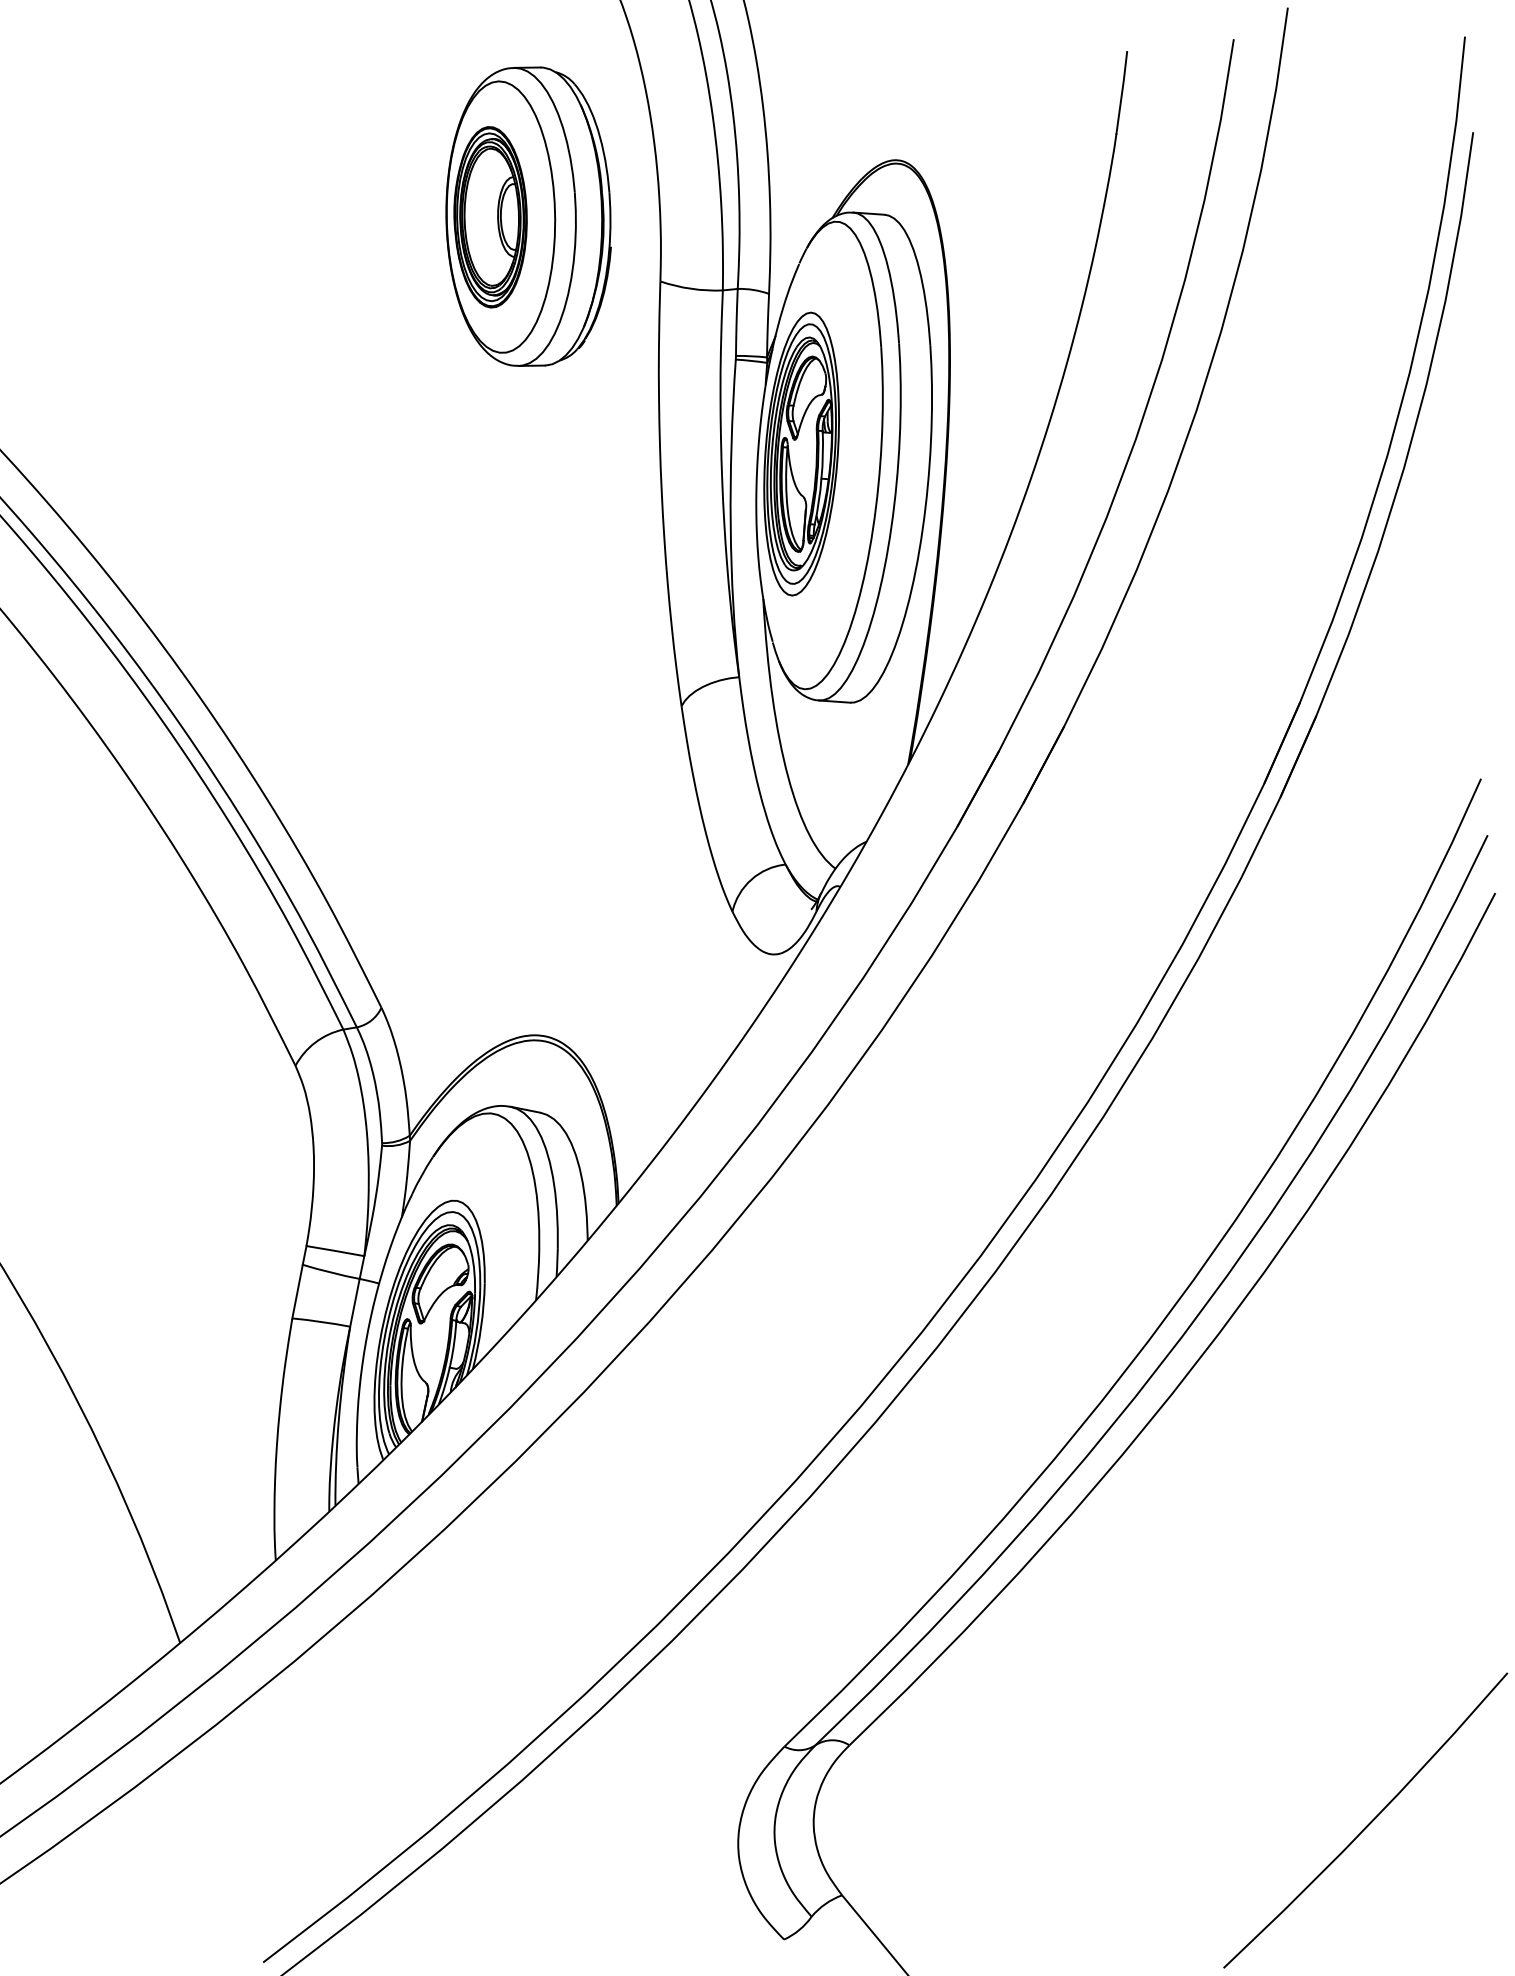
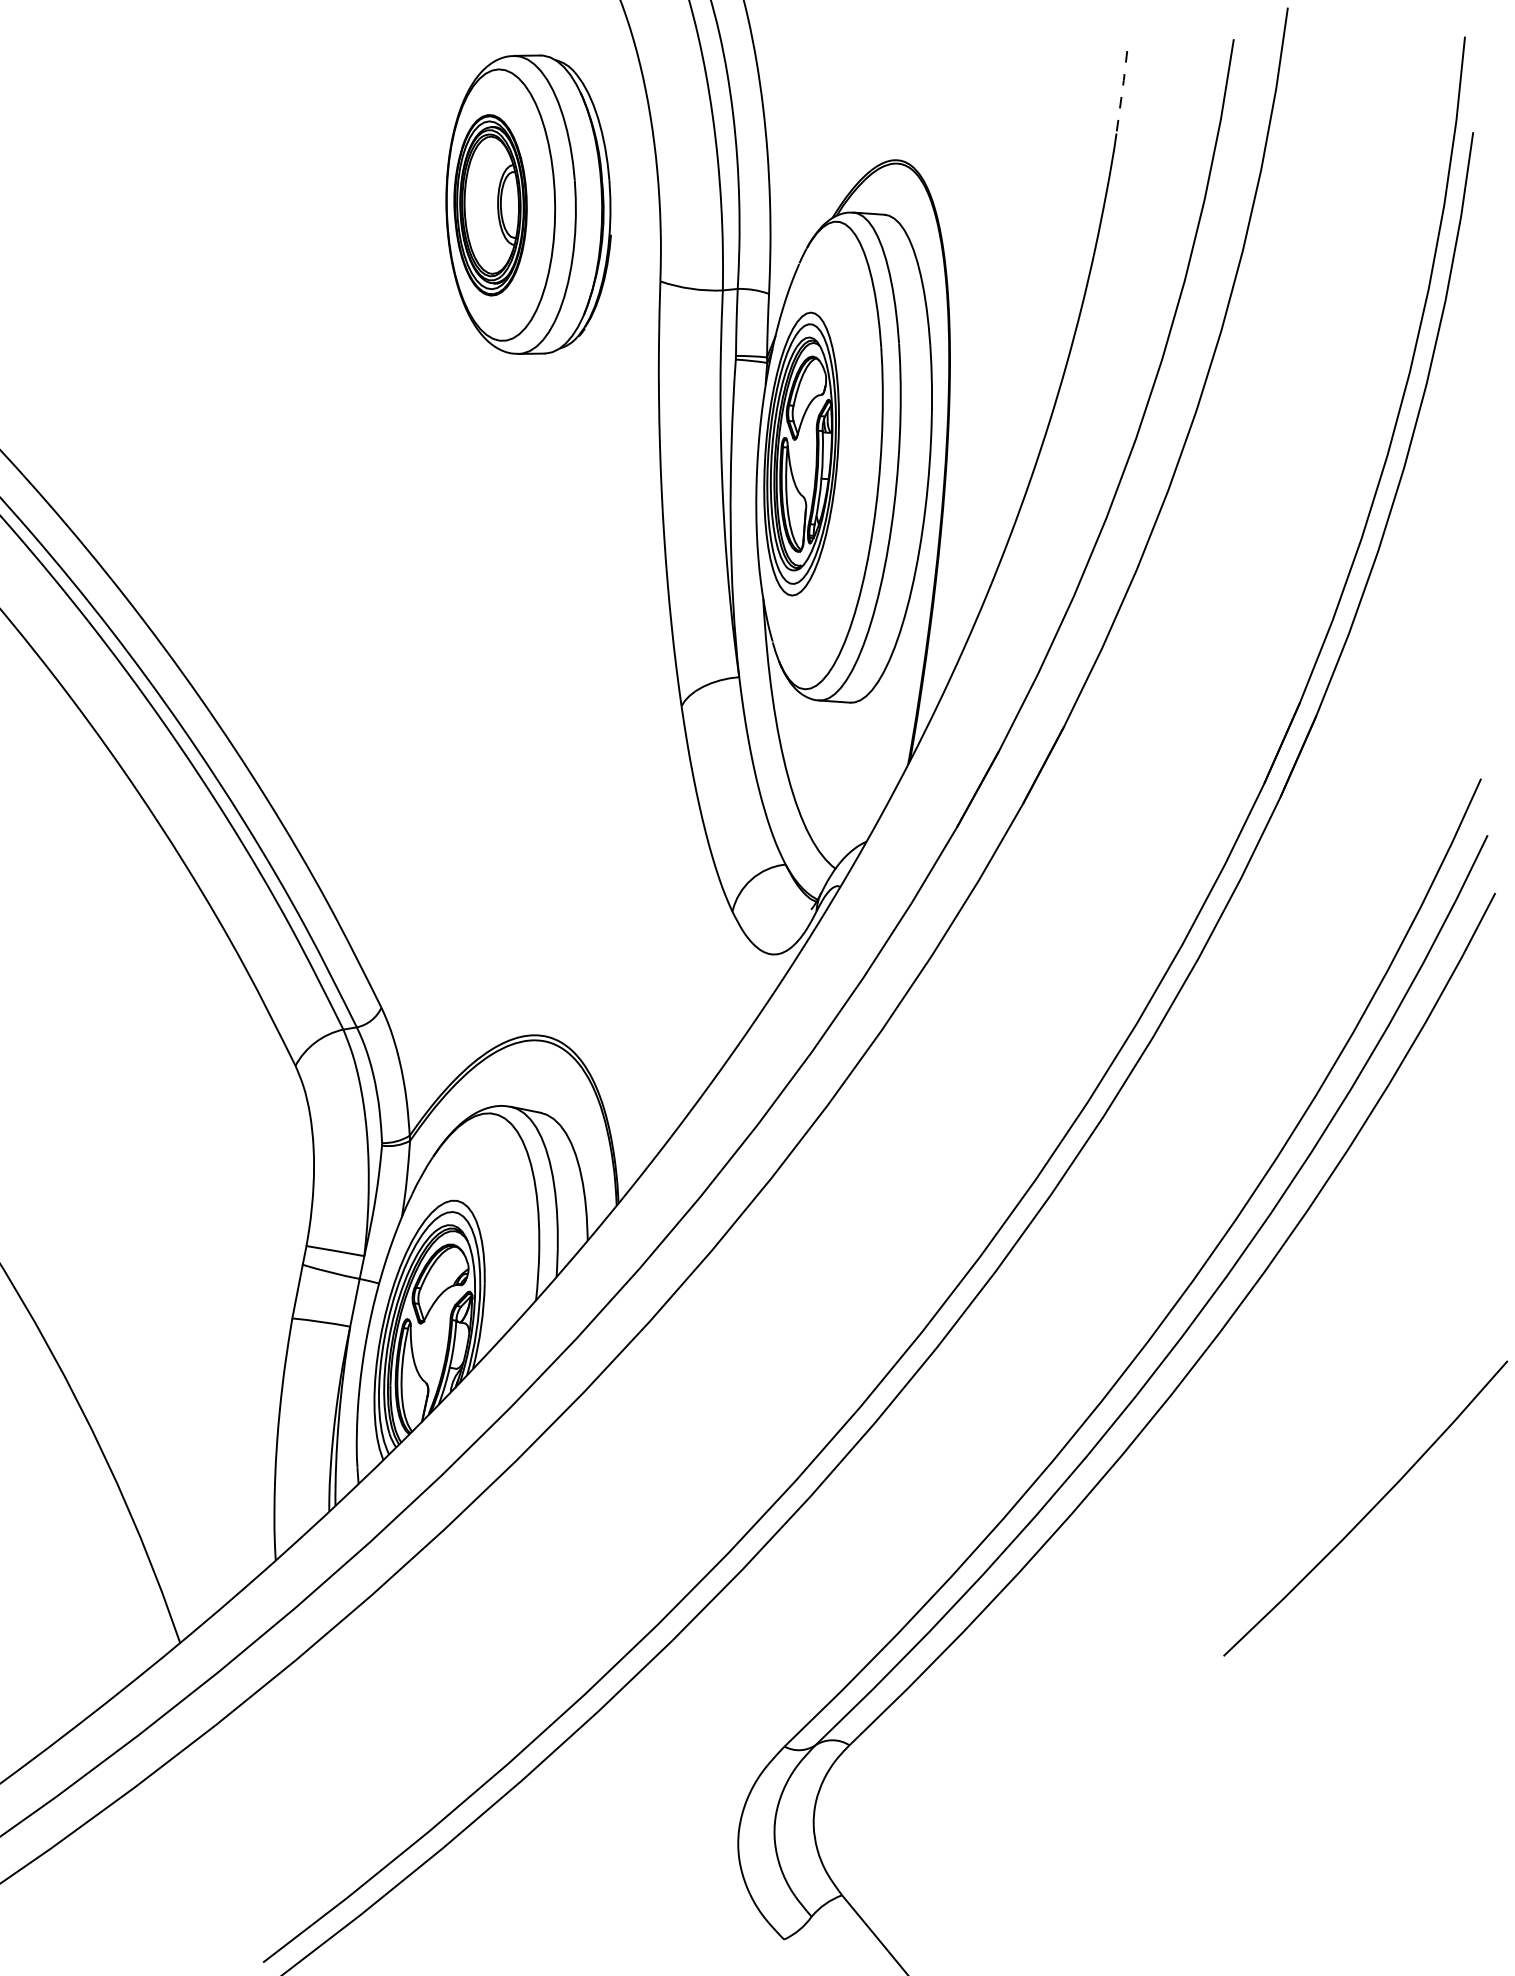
line at (1122, 92): solid -> dashed
part at (528, 216) position: (528, 216) -> (528, 204)
curve at (1368, 1823) position: (1368, 1823) -> (1368, 1511)
